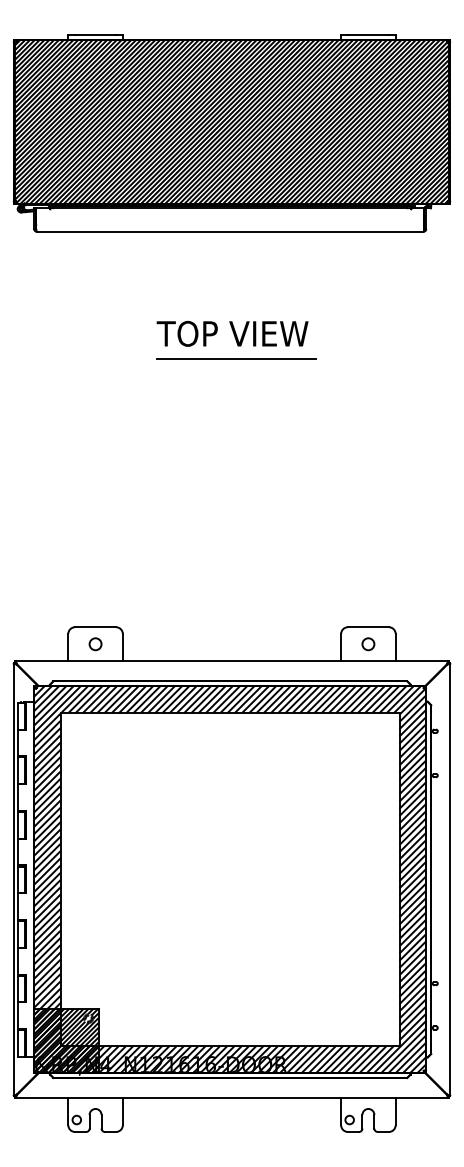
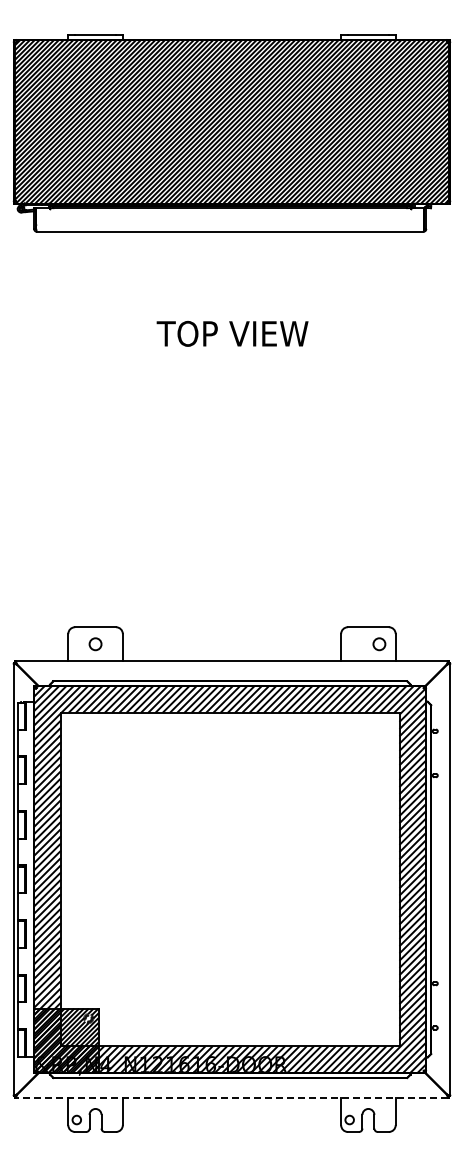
line at (235, 358): present -> none
circle at (368, 644) position: (368, 644) -> (379, 644)
line at (232, 1097): solid -> dashed
